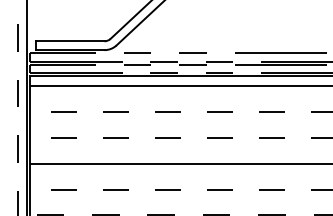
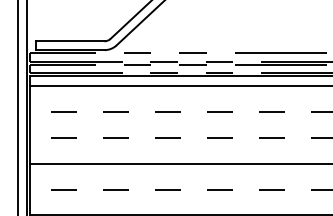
line at (18, 108): dashed -> solid
line at (180, 214): dashed -> solid
